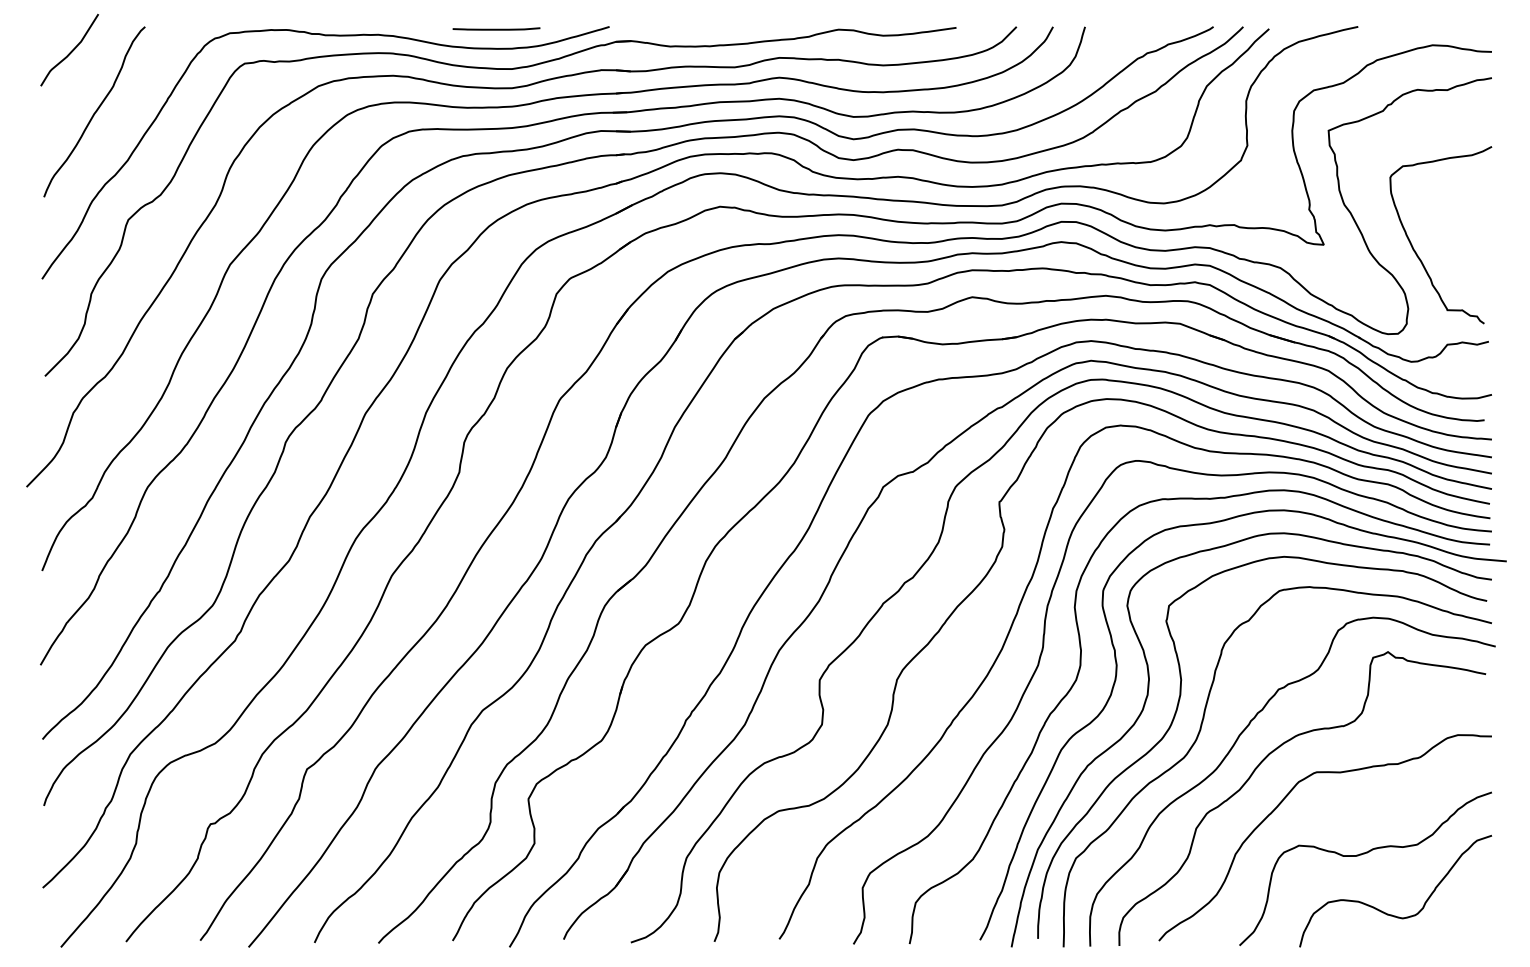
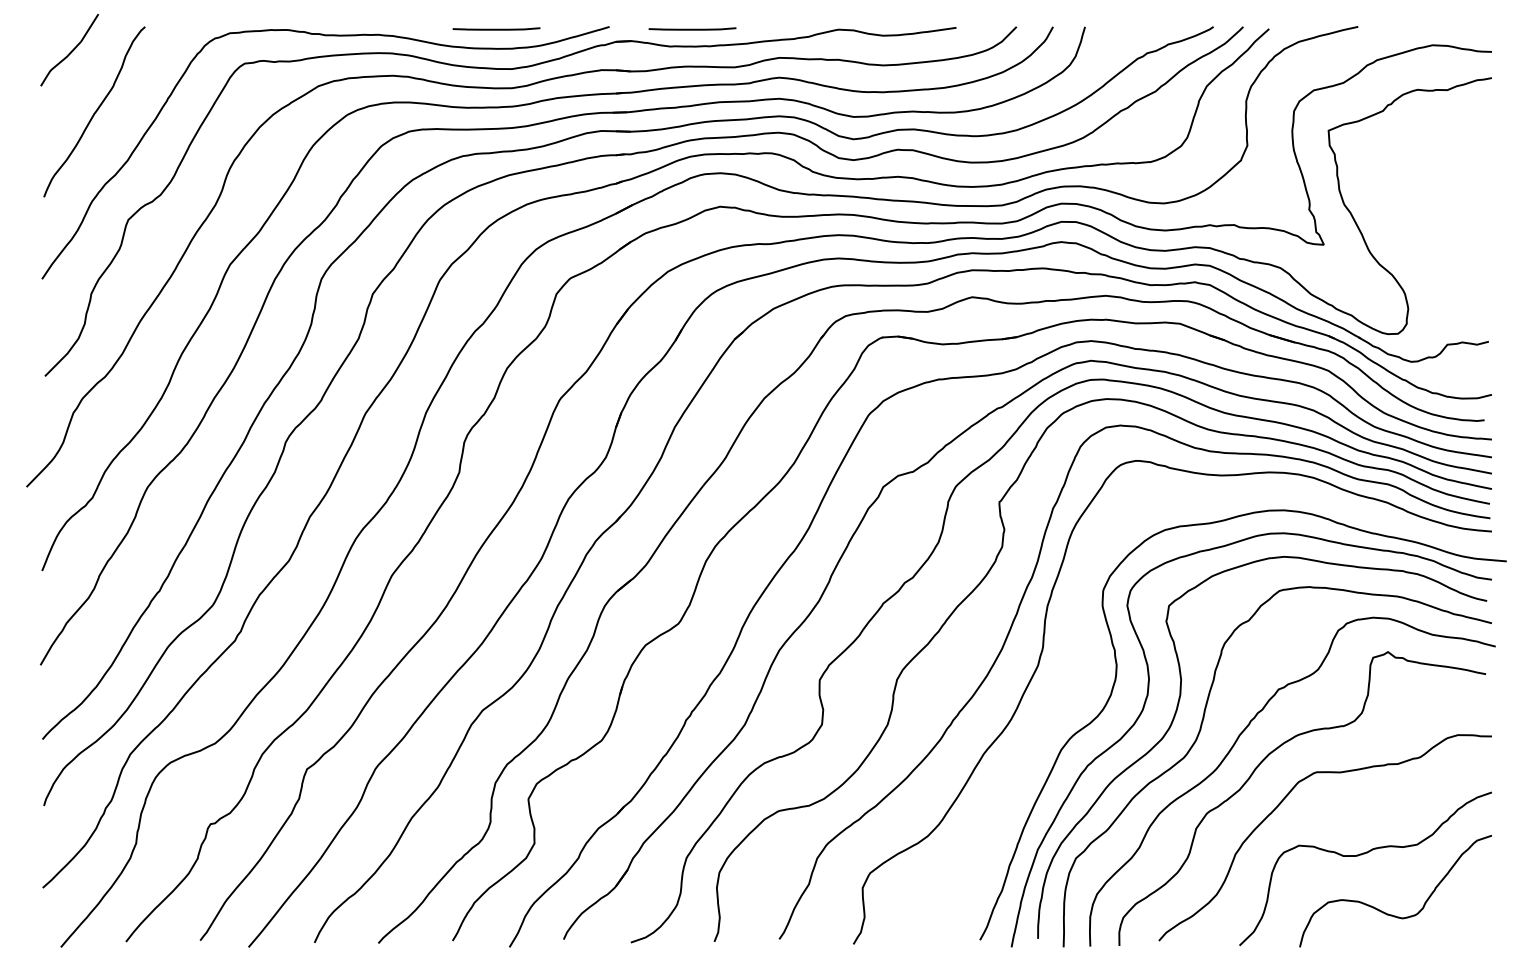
line at (692, 28): none -> present
curve at (1413, 246): present -> none
curve at (1078, 676): present -> none
